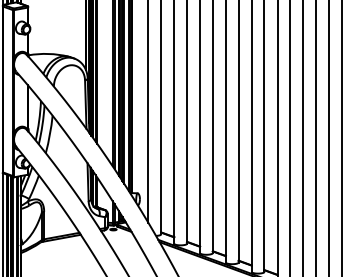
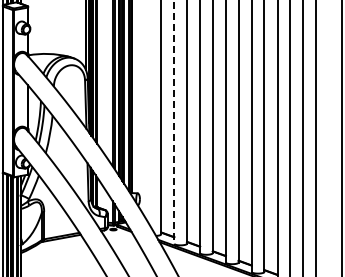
line at (148, 112): present -> none
line at (174, 122): solid -> dashed
line at (329, 137): present -> none
